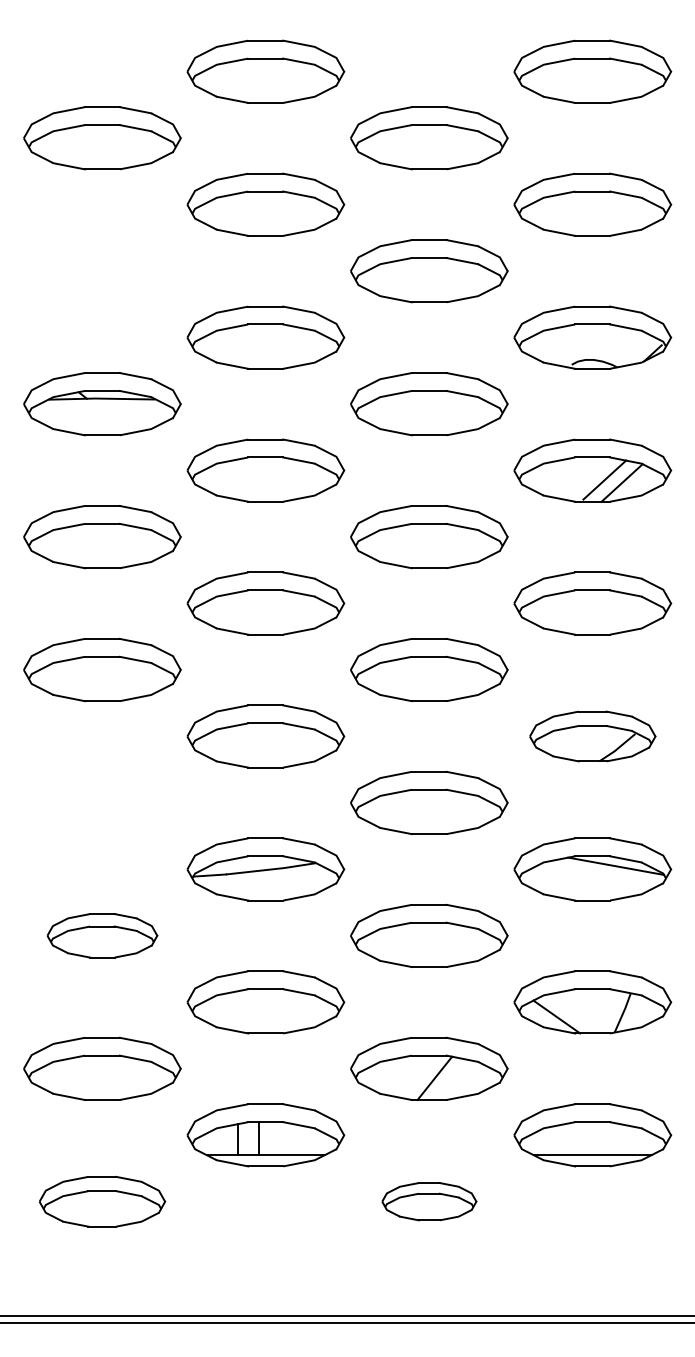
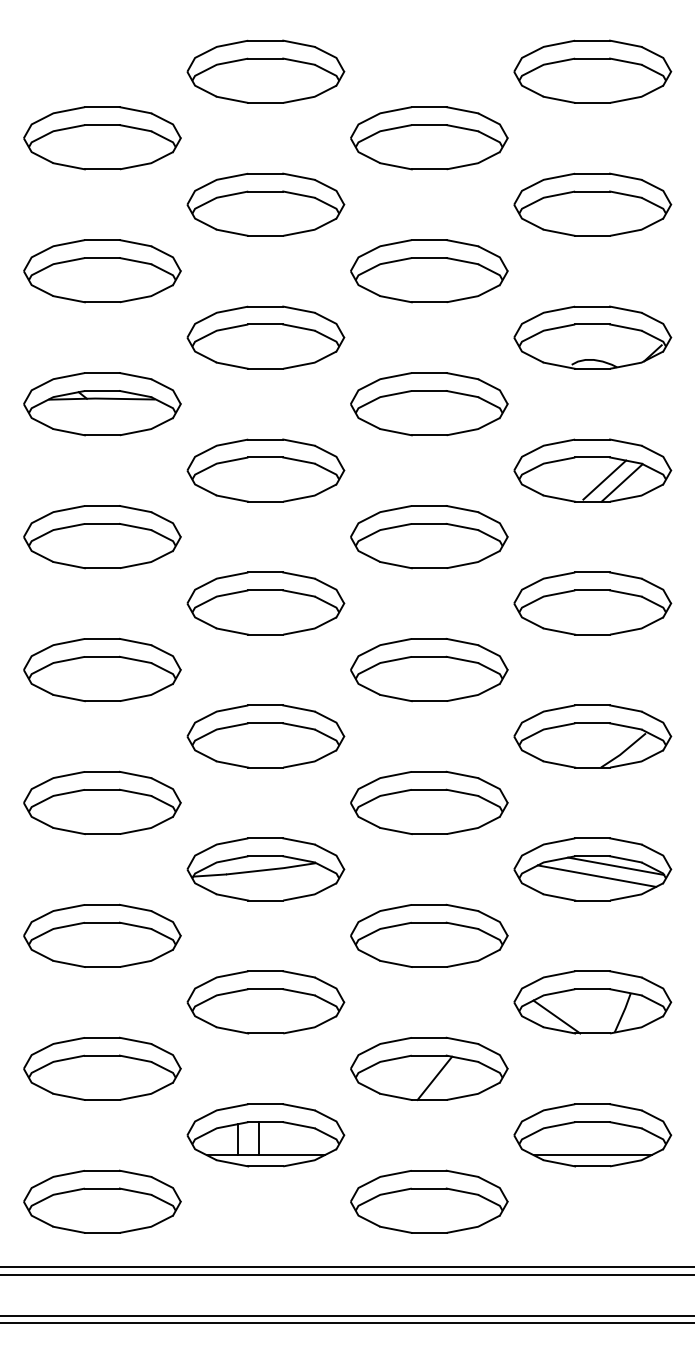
part at (102, 271): none -> present
part at (592, 736) size: 128x53 px -> 160x65 px
part at (102, 802): none -> present
line at (596, 875): none -> present
part at (102, 935) size: 113x46 px -> 159x65 px
part at (102, 1201) size: 128x52 px -> 159x65 px
part at (429, 1201) size: 97x40 px -> 159x65 px
line at (346, 1267): none -> present
line at (346, 1274): none -> present
